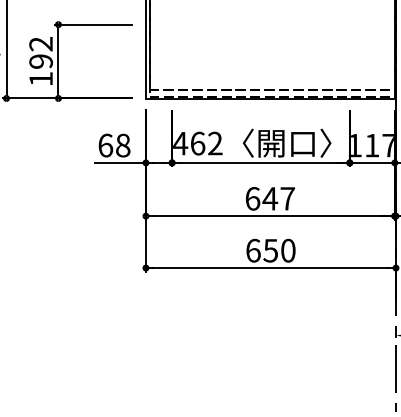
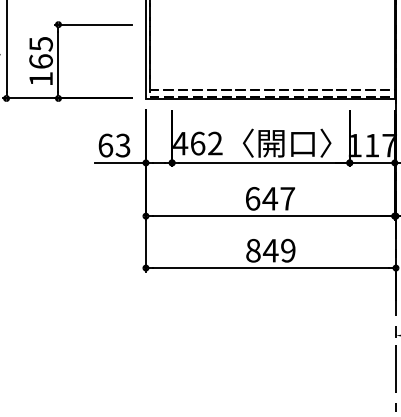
text at (40, 52): 192 -> 165
text at (122, 145): 68 -> 63
text at (270, 250): 650 -> 849
